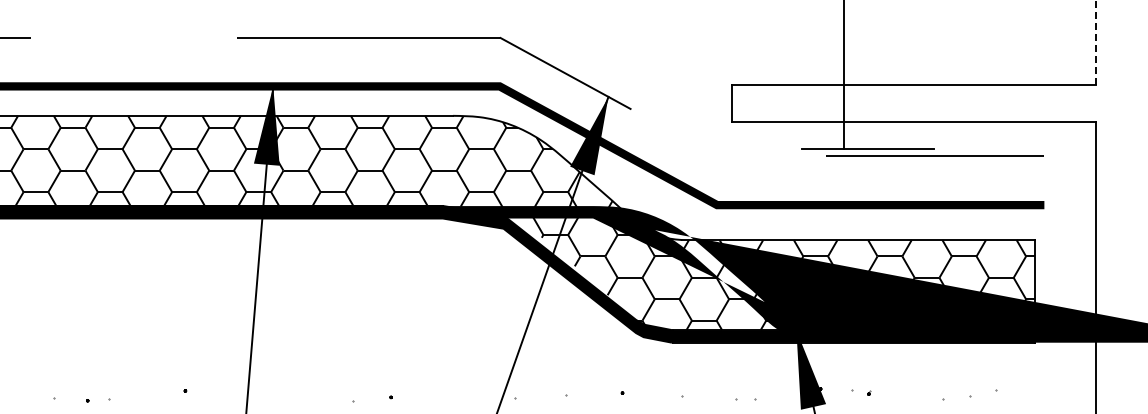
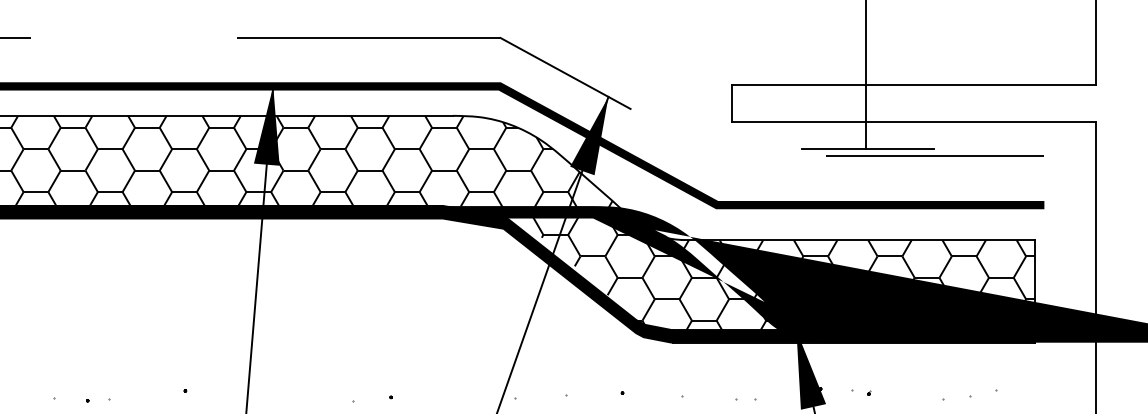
line at (1095, 42): dashed -> solid
line at (843, 75) position: (843, 75) -> (865, 75)
